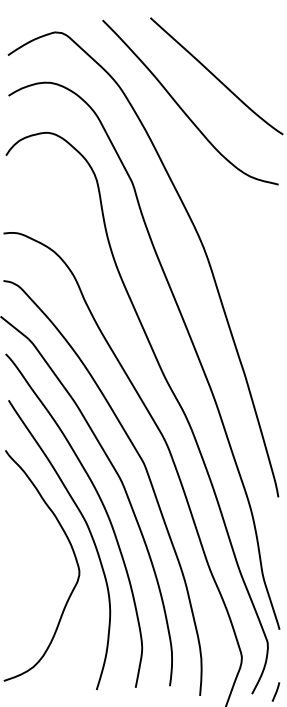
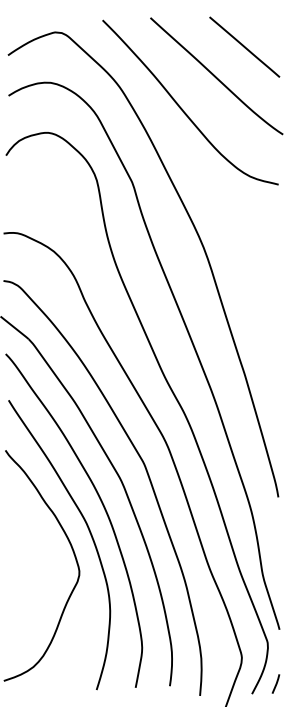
line at (244, 46): none -> present
line at (275, 691) position: (275, 691) -> (275, 683)
